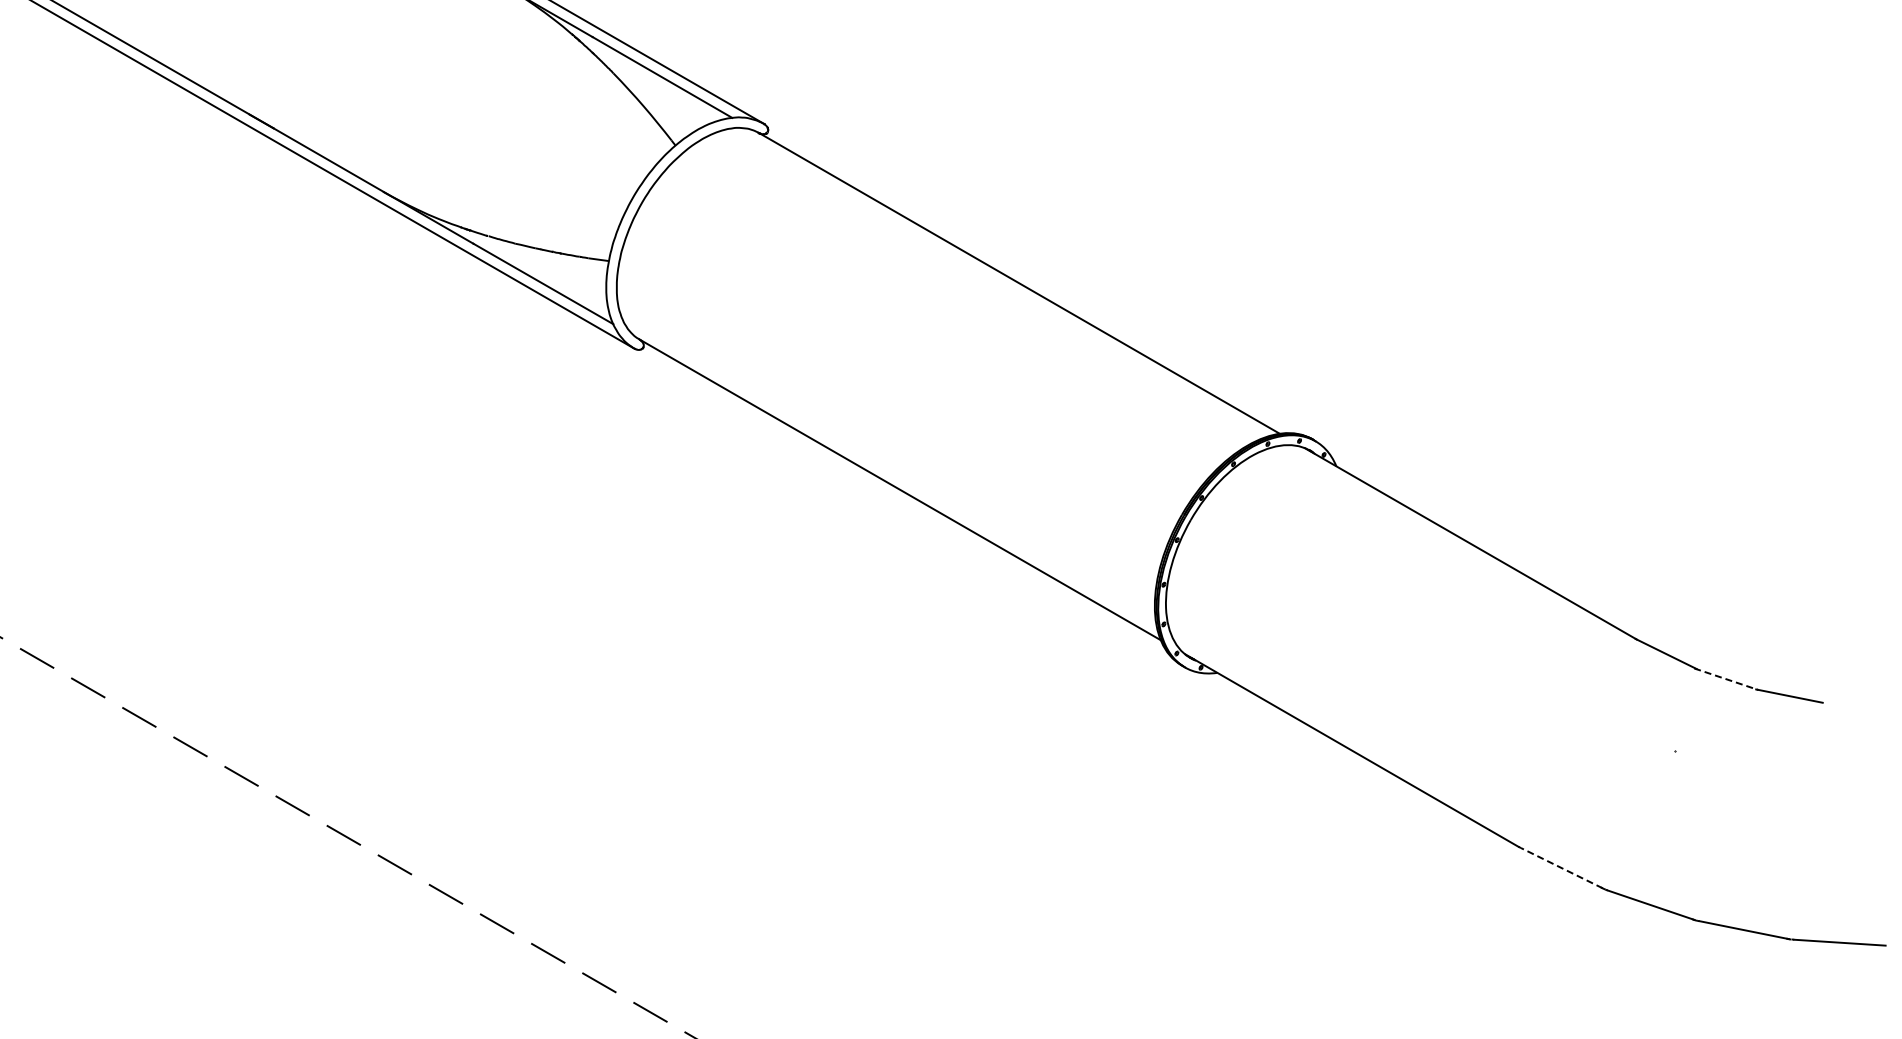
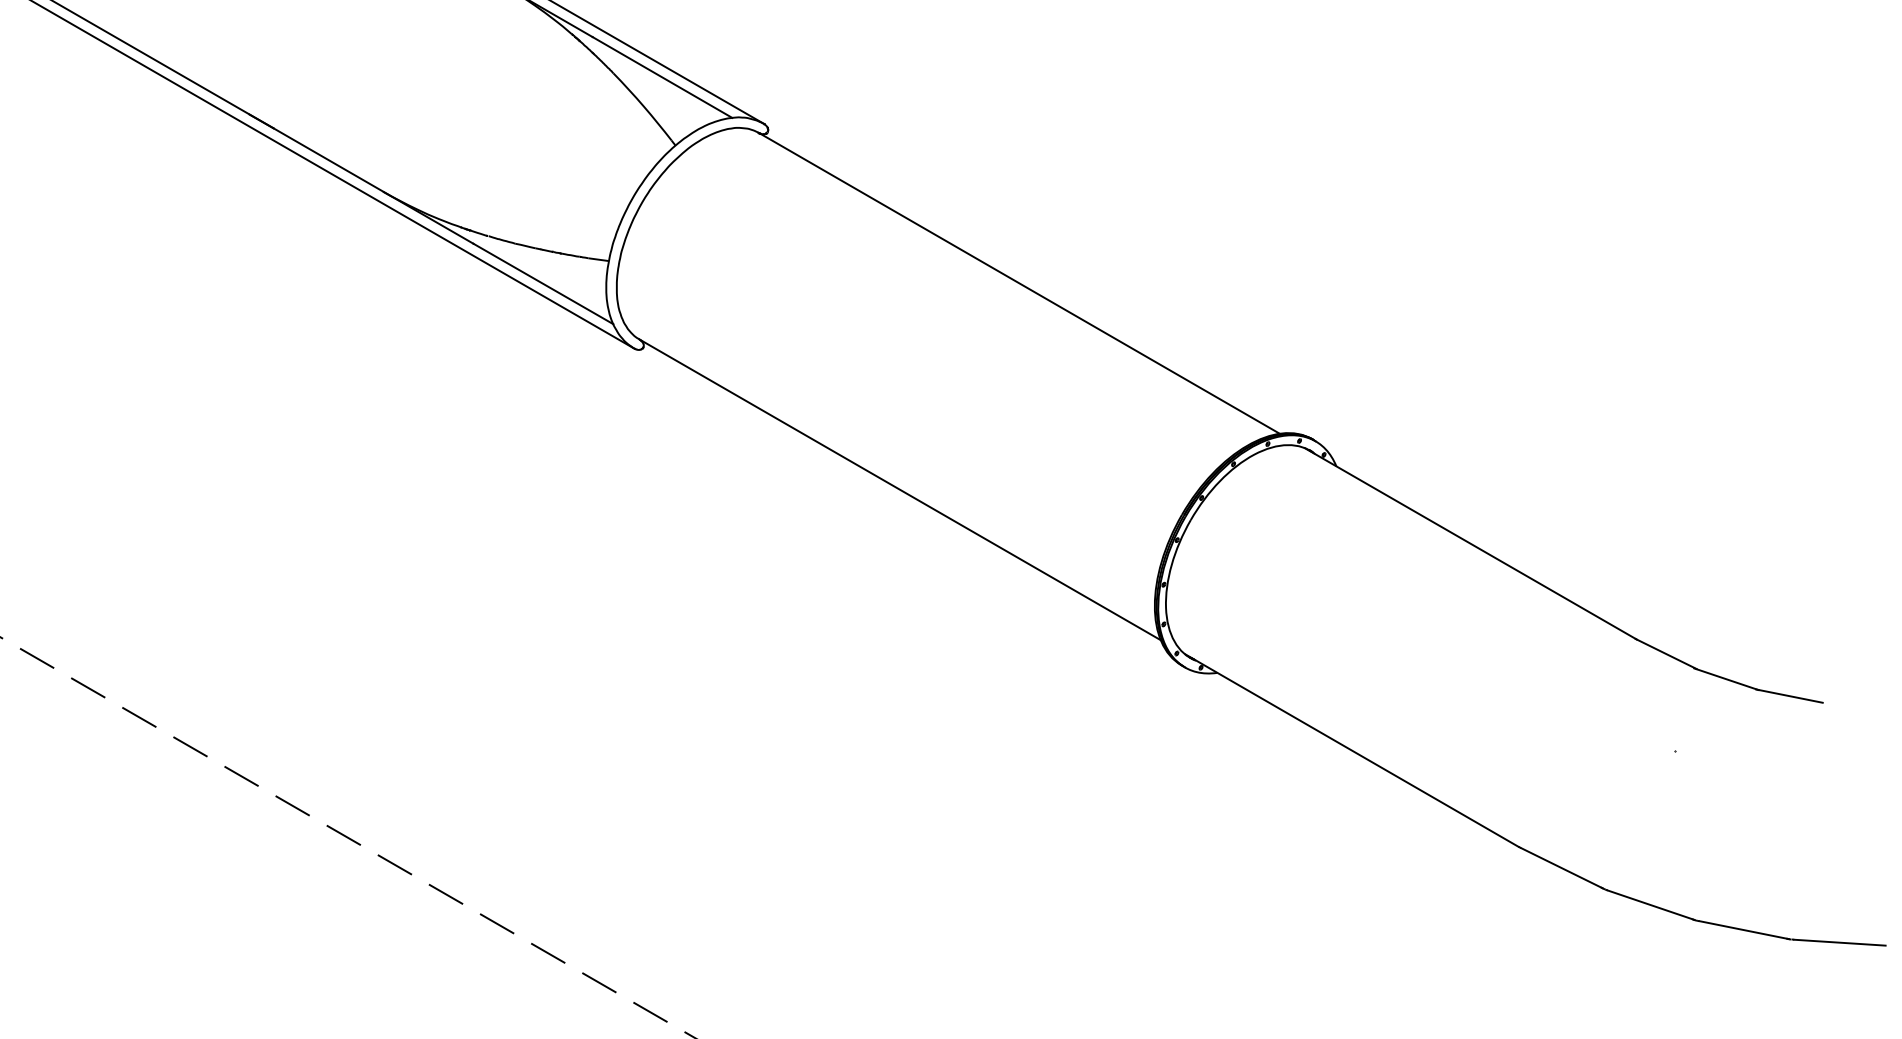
line at (1726, 679): dashed -> solid
line at (1561, 868): dashed -> solid
